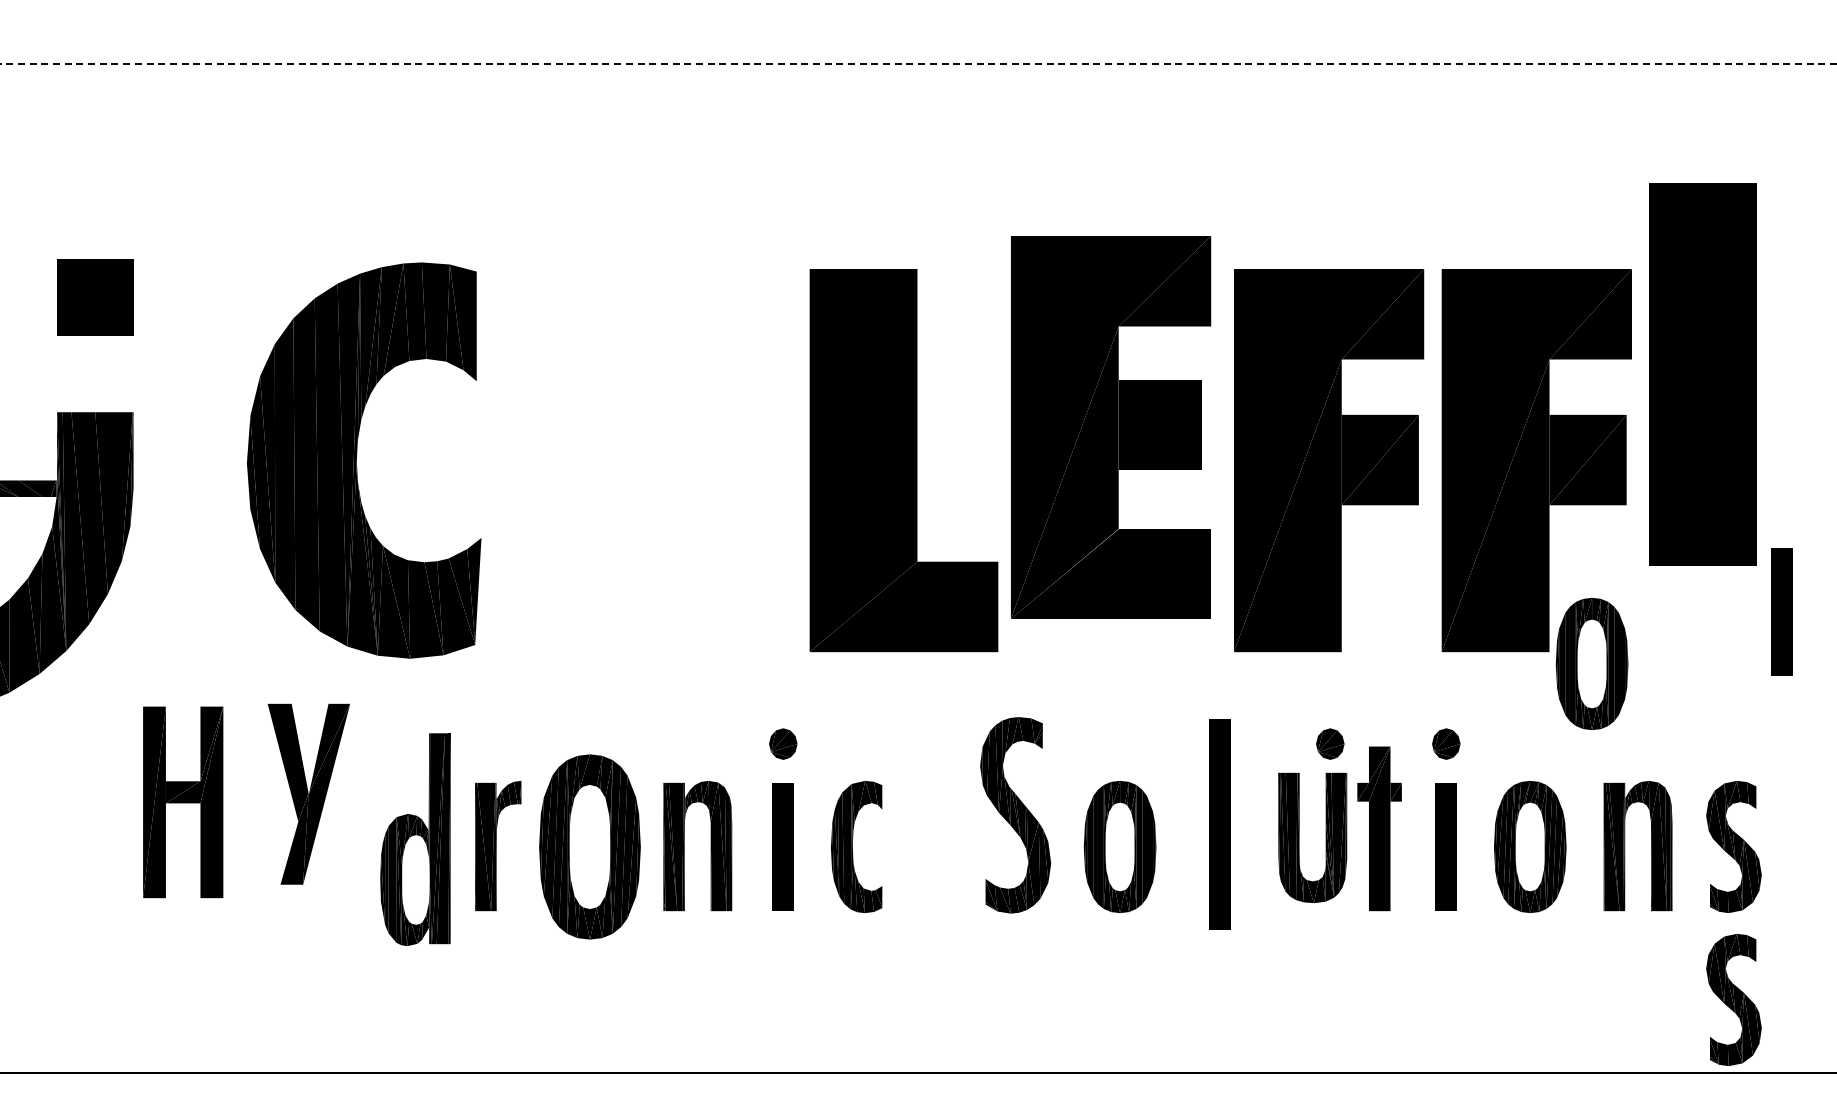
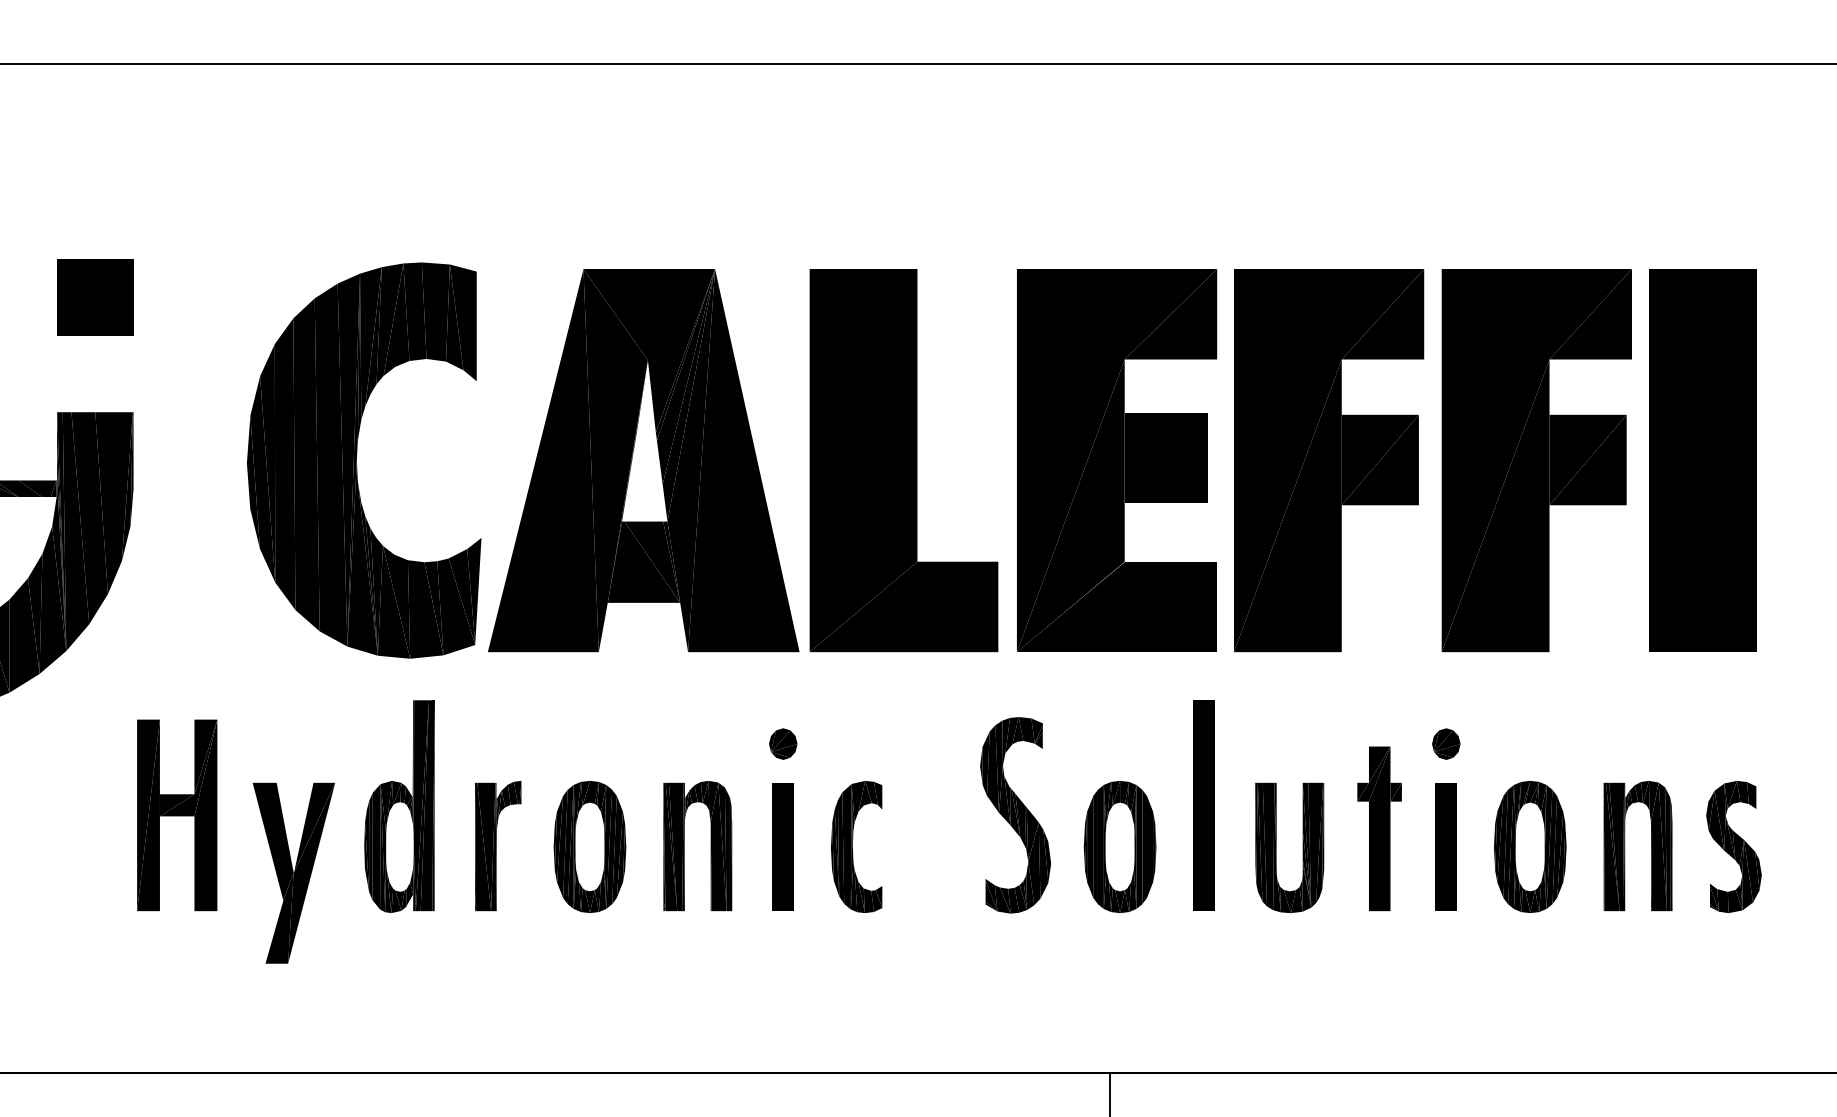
line at (918, 64): dashed -> solid
part at (1702, 374) position: (1702, 374) -> (1702, 460)
part at (1111, 427) position: (1111, 427) -> (1117, 460)
part at (643, 460): none -> present
part at (1781, 611): present -> none
part at (1591, 663): present -> none
part at (1330, 743): present -> none
part at (308, 793) position: (308, 793) -> (293, 872)
part at (183, 802) position: (183, 802) -> (177, 815)
part at (1219, 824) position: (1219, 824) -> (1203, 805)
part at (1299, 837) position: (1299, 837) -> (1276, 847)
part at (415, 839) position: (415, 839) -> (399, 806)
part at (589, 846) size: 102x186 px -> 74x132 px
part at (1733, 1000): present -> none
line at (1110, 1092): none -> present
